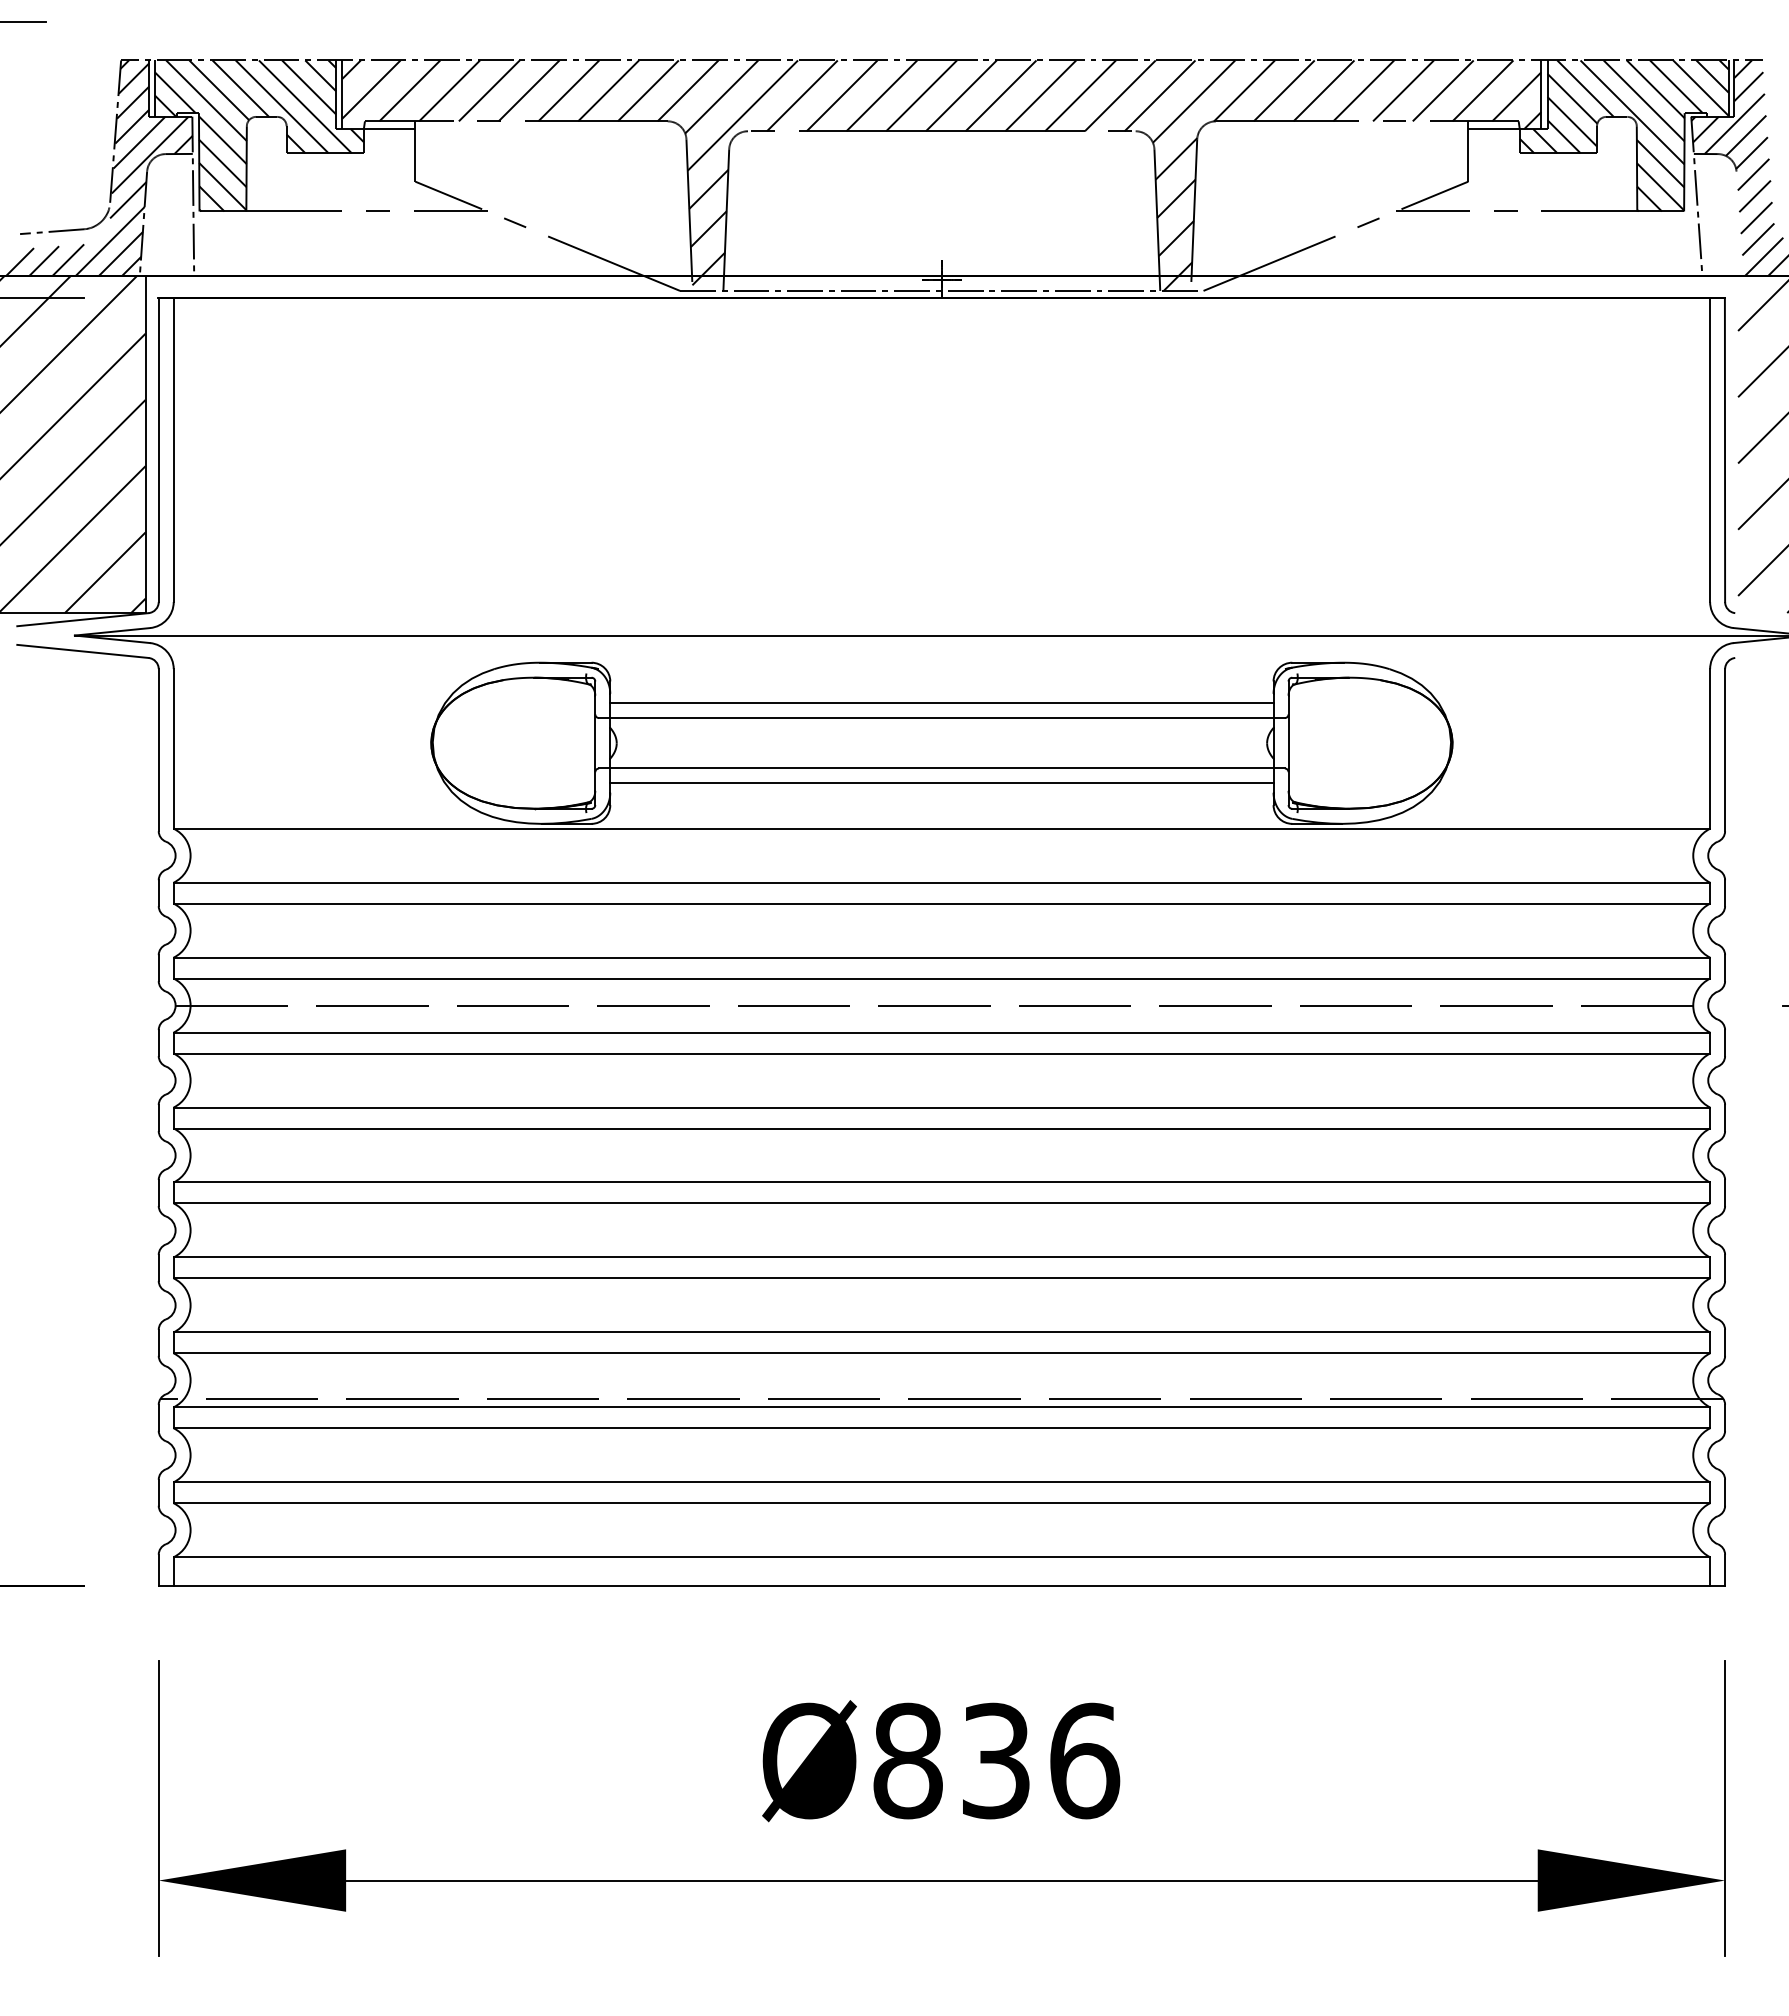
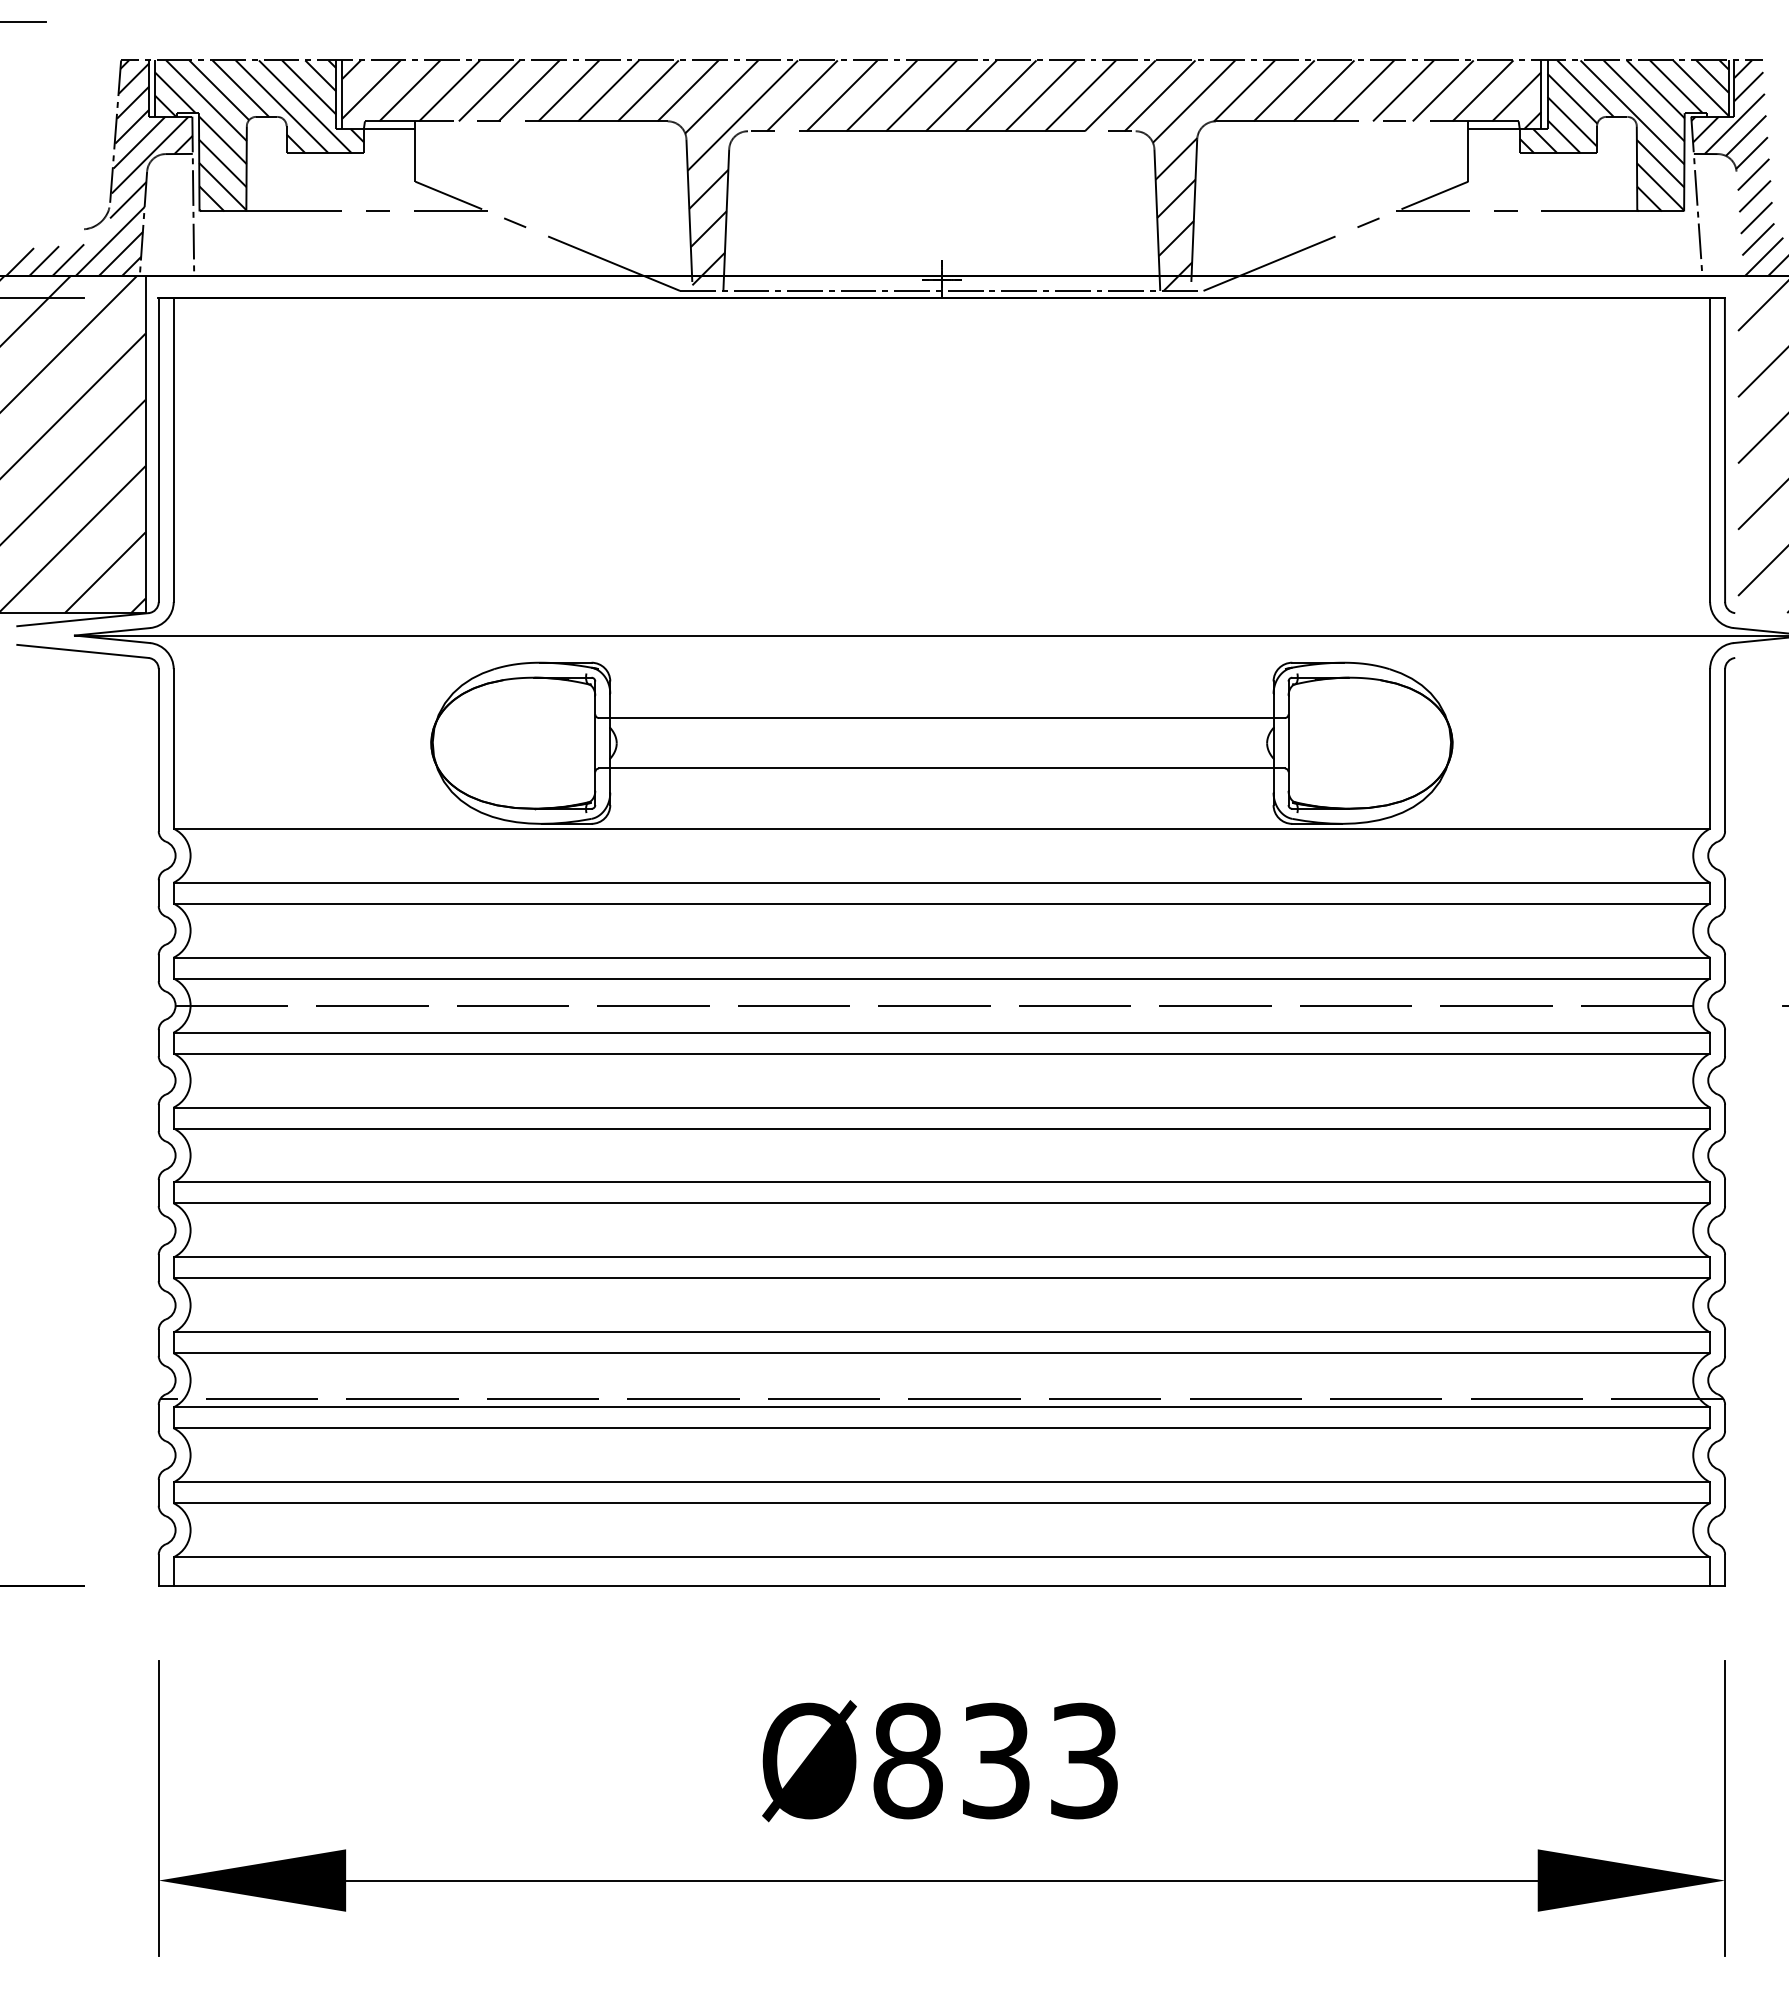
line at (52, 231): present -> none
line at (941, 703): present -> none
line at (941, 783): present -> none
text at (1085, 1760): Ø836 -> Ø833
